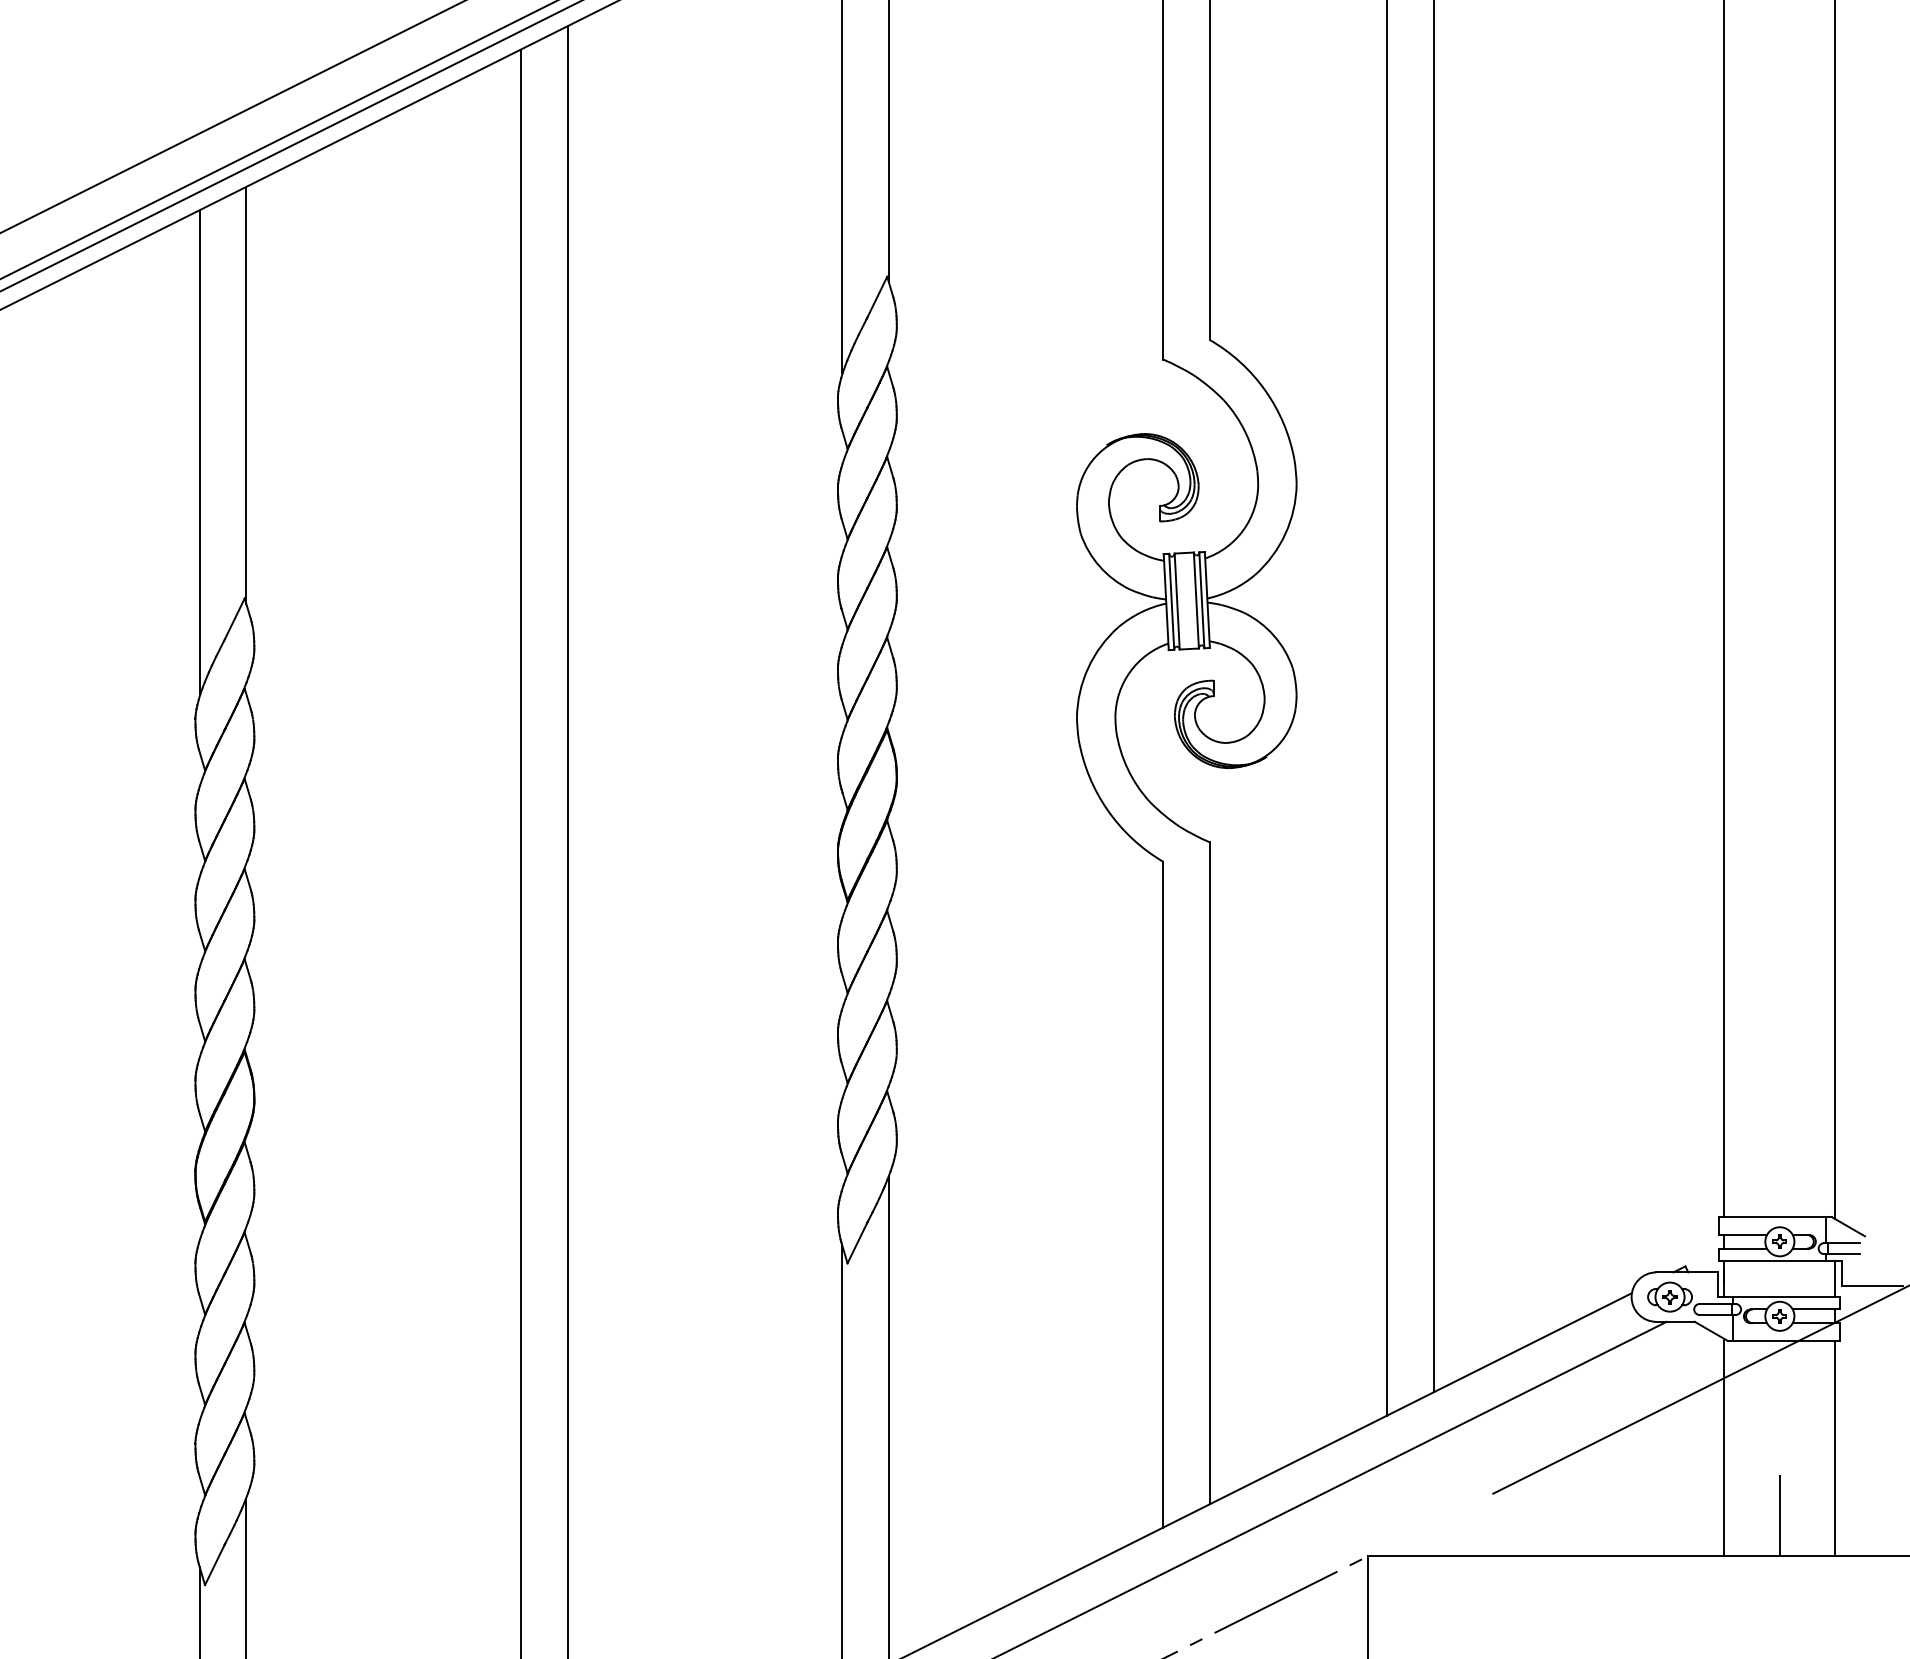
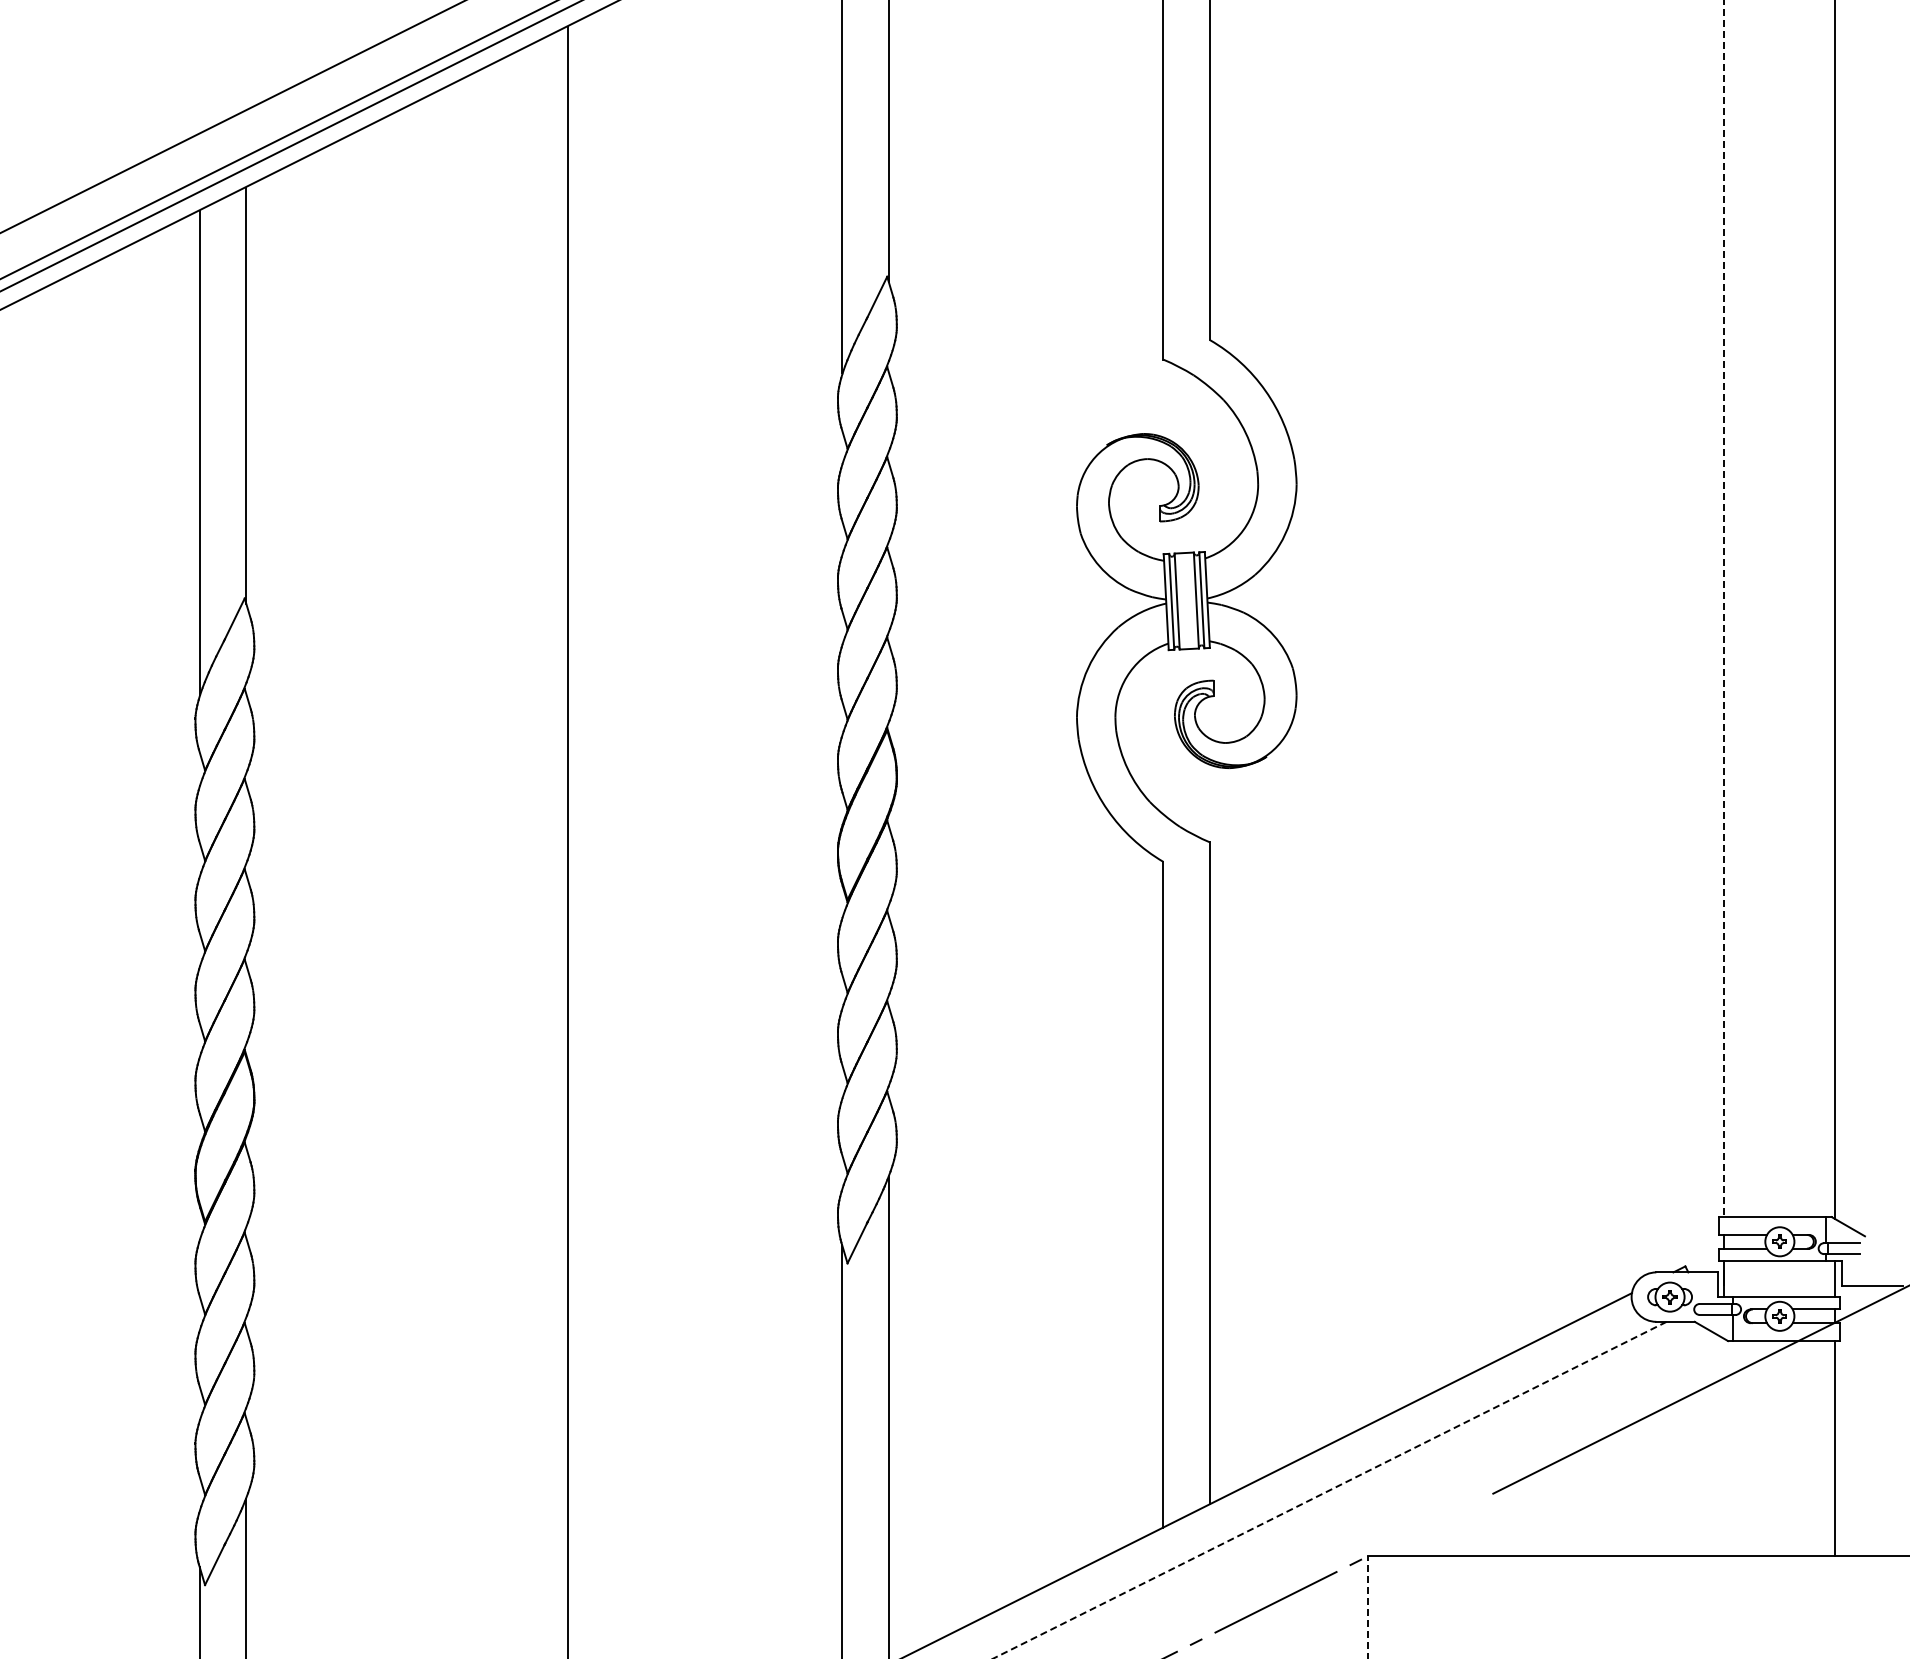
line at (1724, 609): solid -> dashed
line at (1433, 697): present -> none
line at (1387, 708): present -> none
line at (520, 852): present -> none
line at (1724, 1447): present -> none
line at (1329, 1490): solid -> dashed
line at (1779, 1515): present -> none
line at (1368, 1607): solid -> dashed
